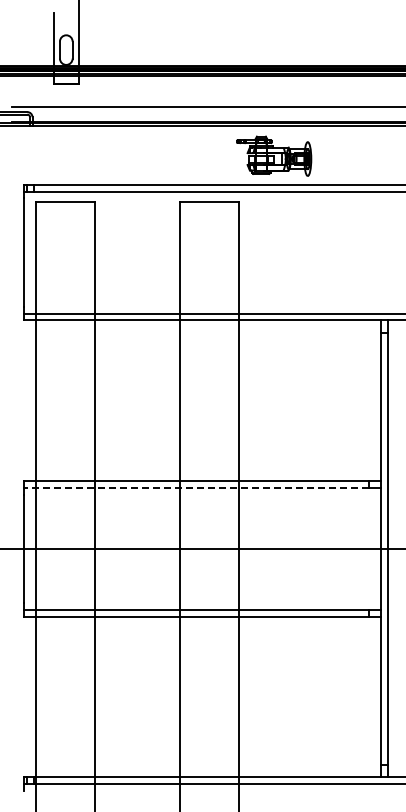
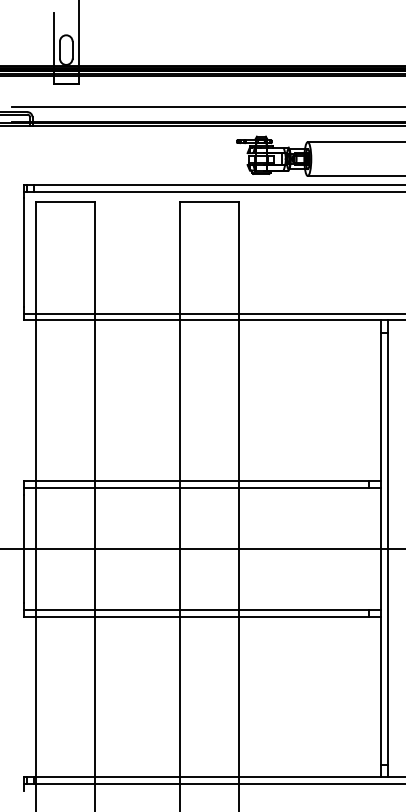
line at (354, 142): none -> present
line at (354, 176): none -> present
line at (195, 487): dashed -> solid
